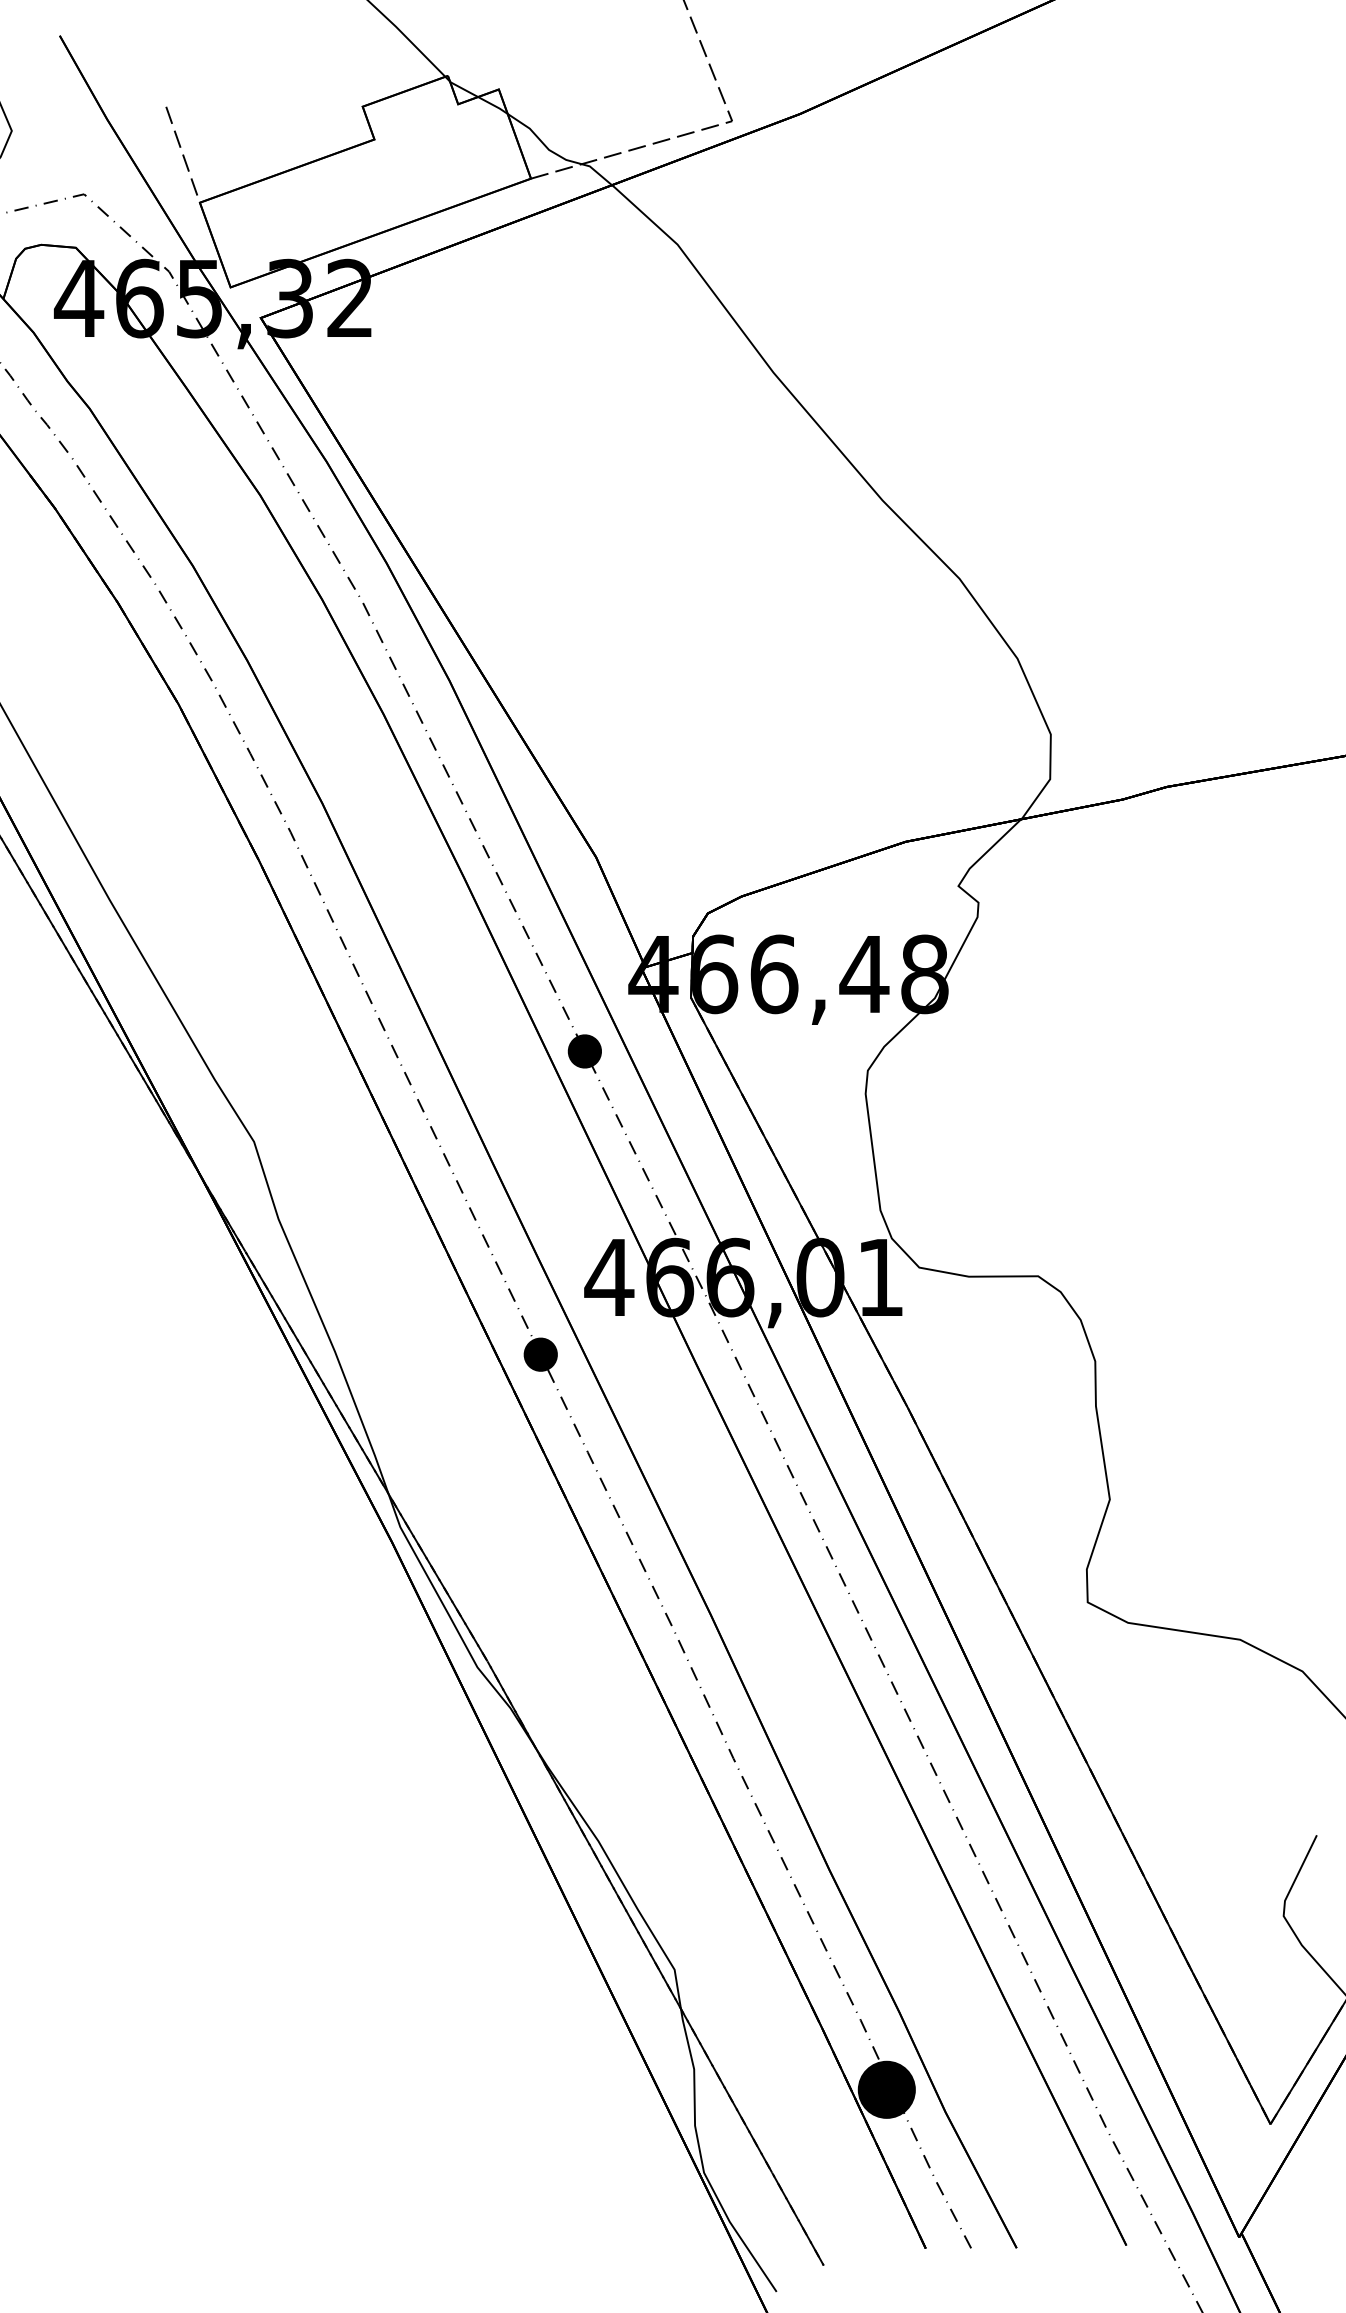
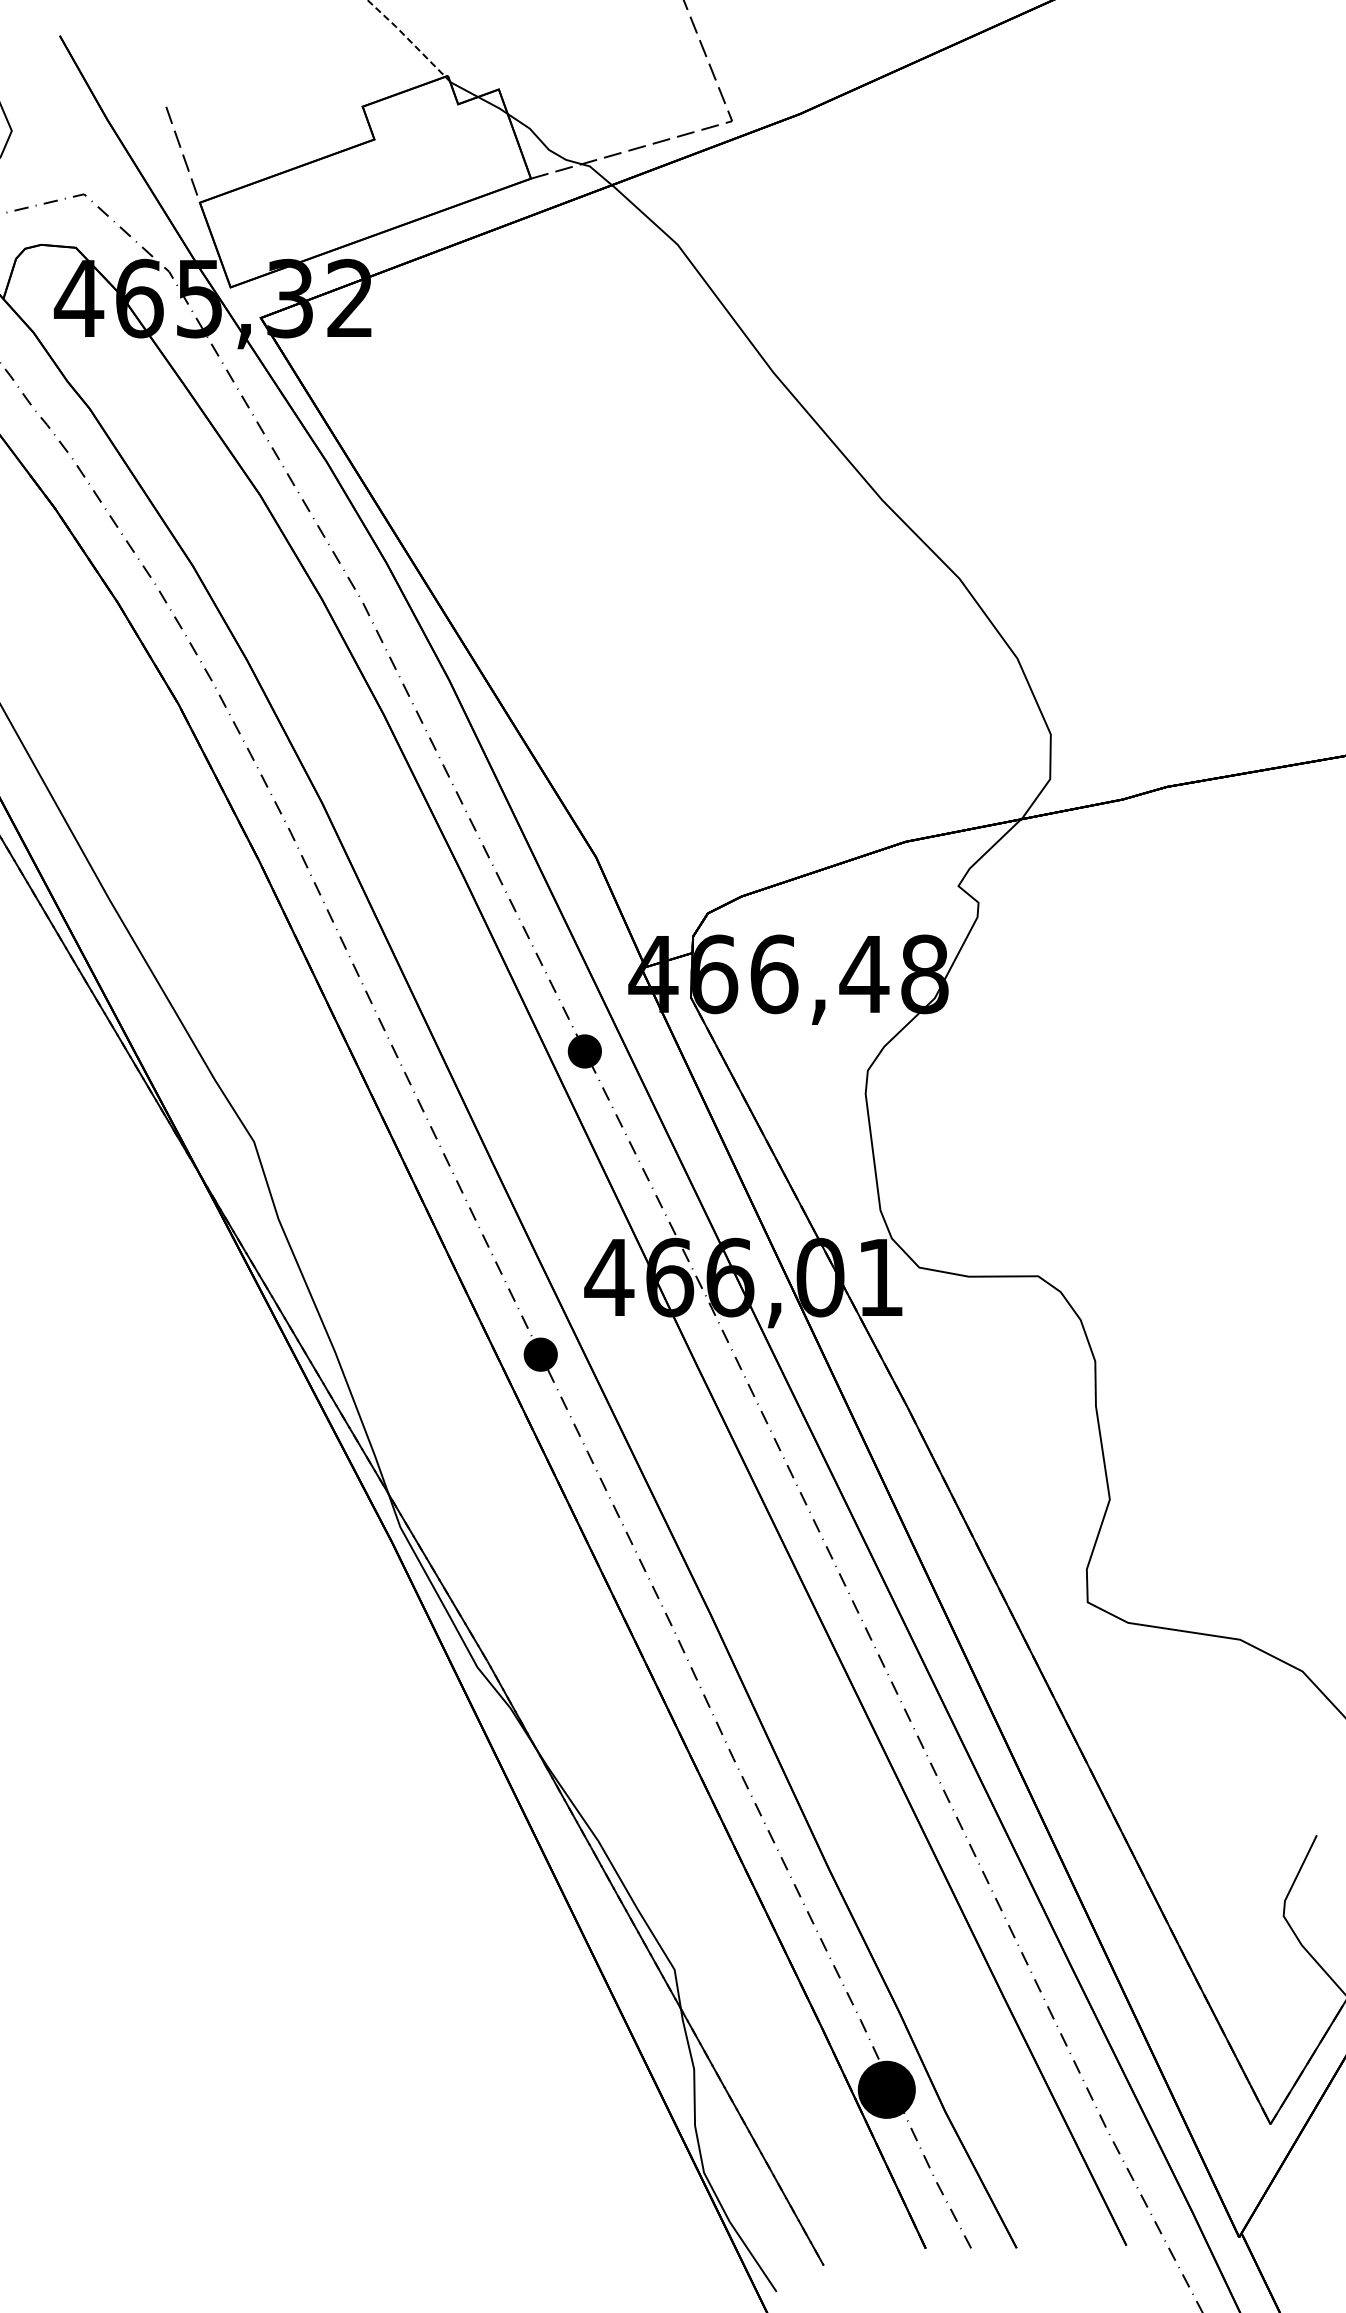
line at (407, 38): solid -> dashed
